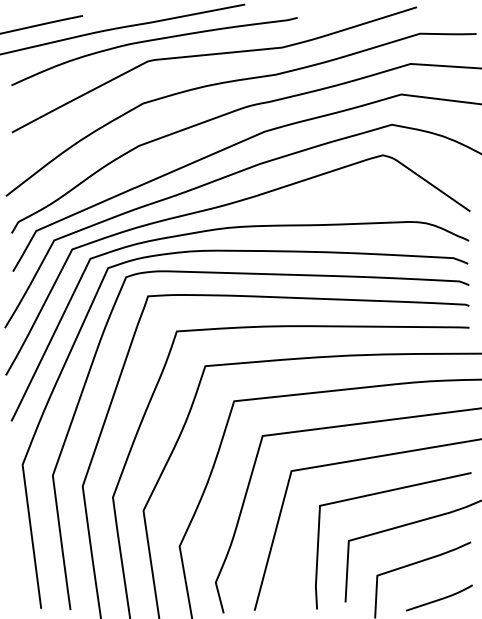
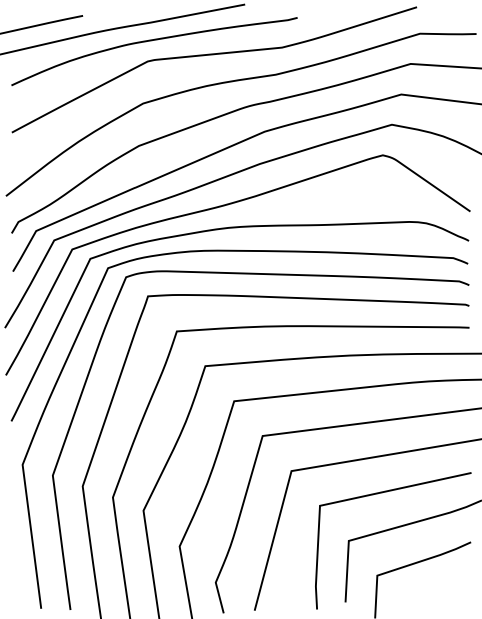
curve at (439, 598): present -> none
